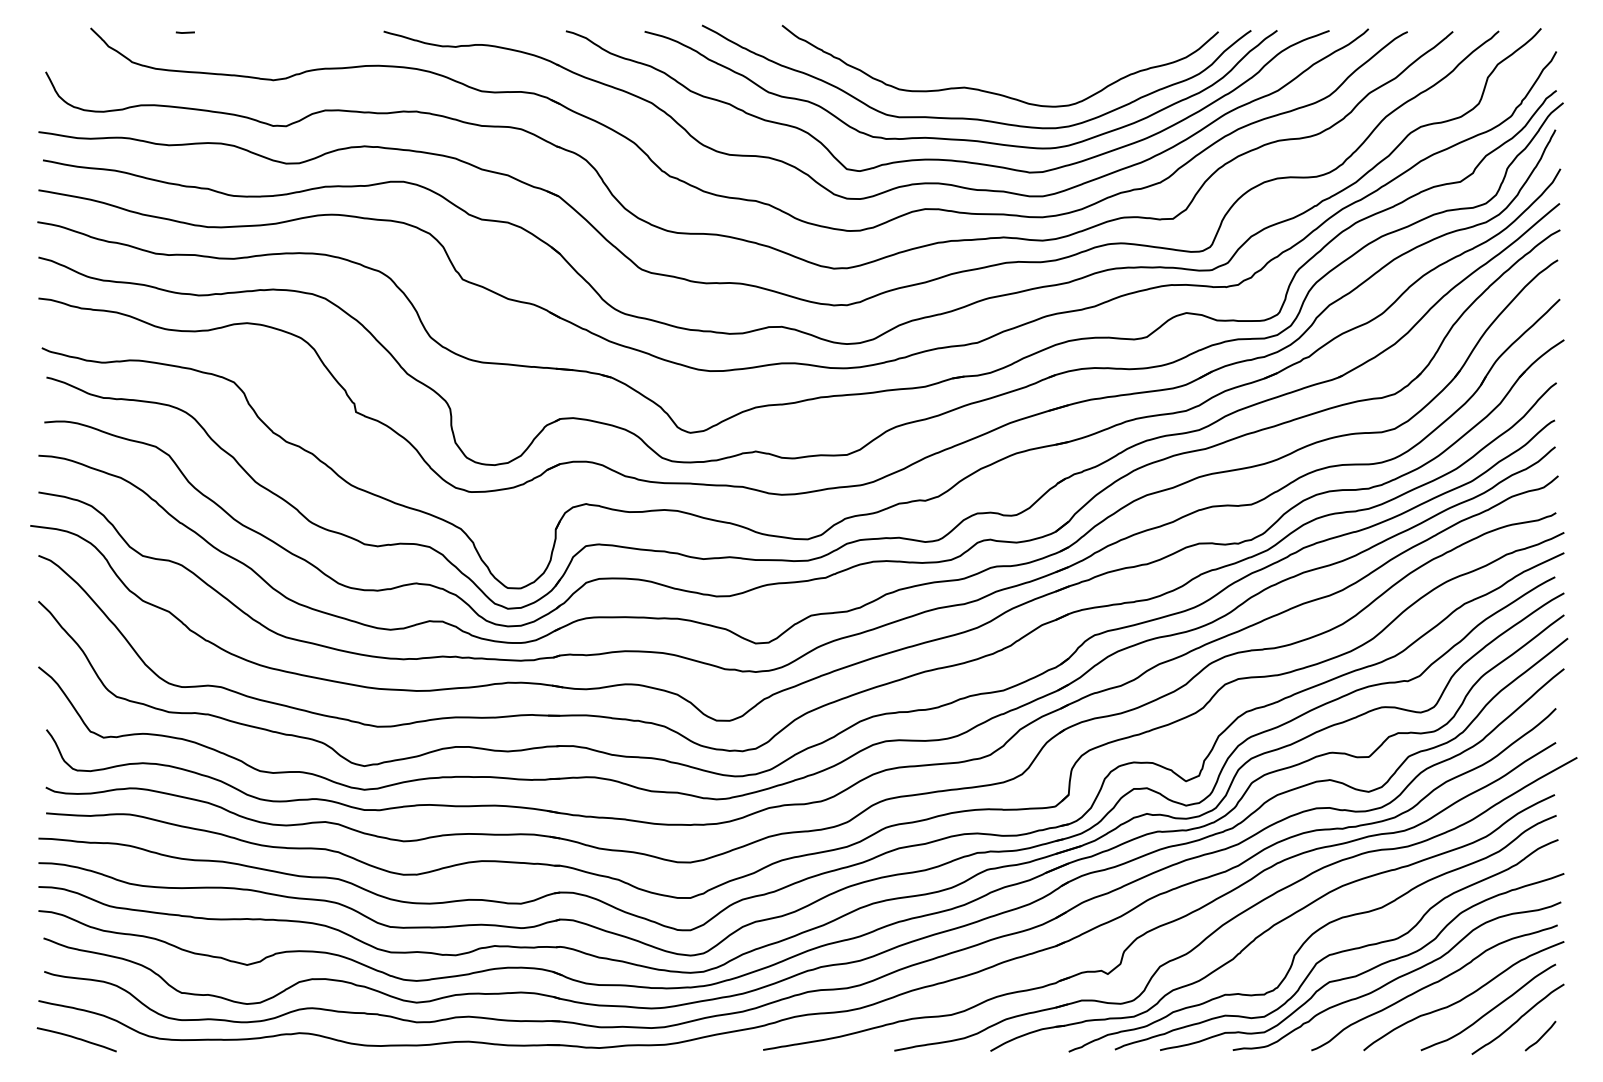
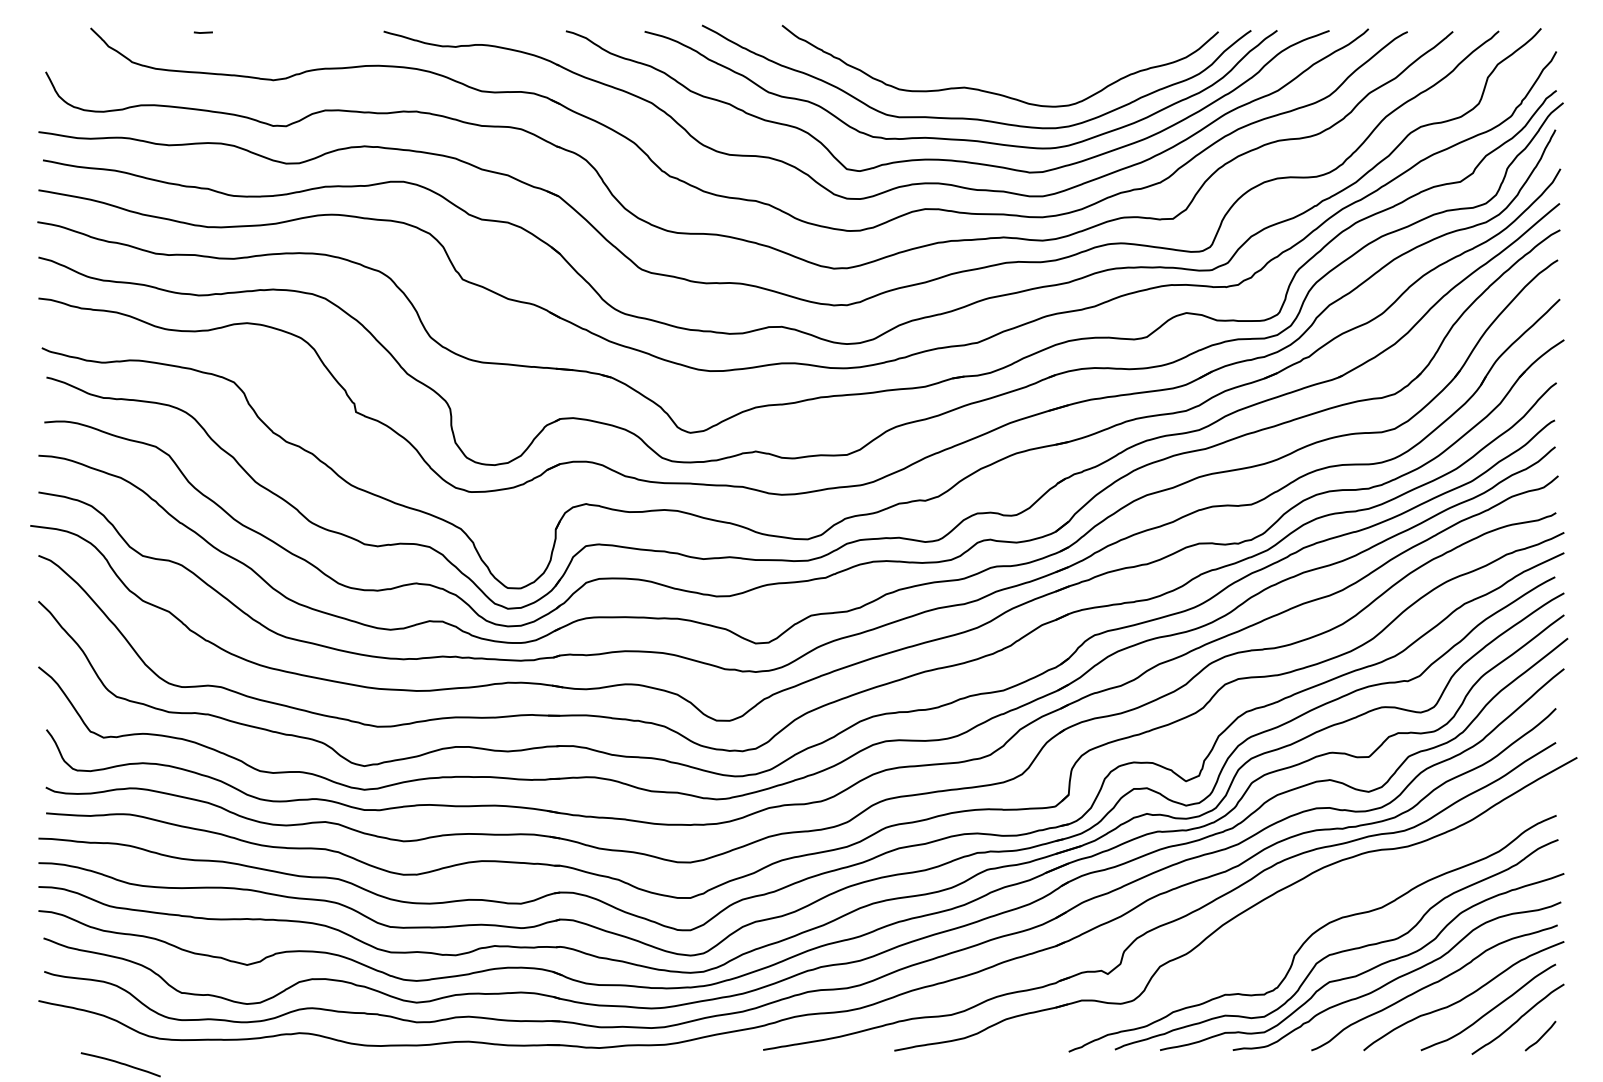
line at (184, 32) position: (184, 32) -> (202, 32)
part at (1272, 922): present -> none
curve at (76, 1039) position: (76, 1039) -> (120, 1064)
